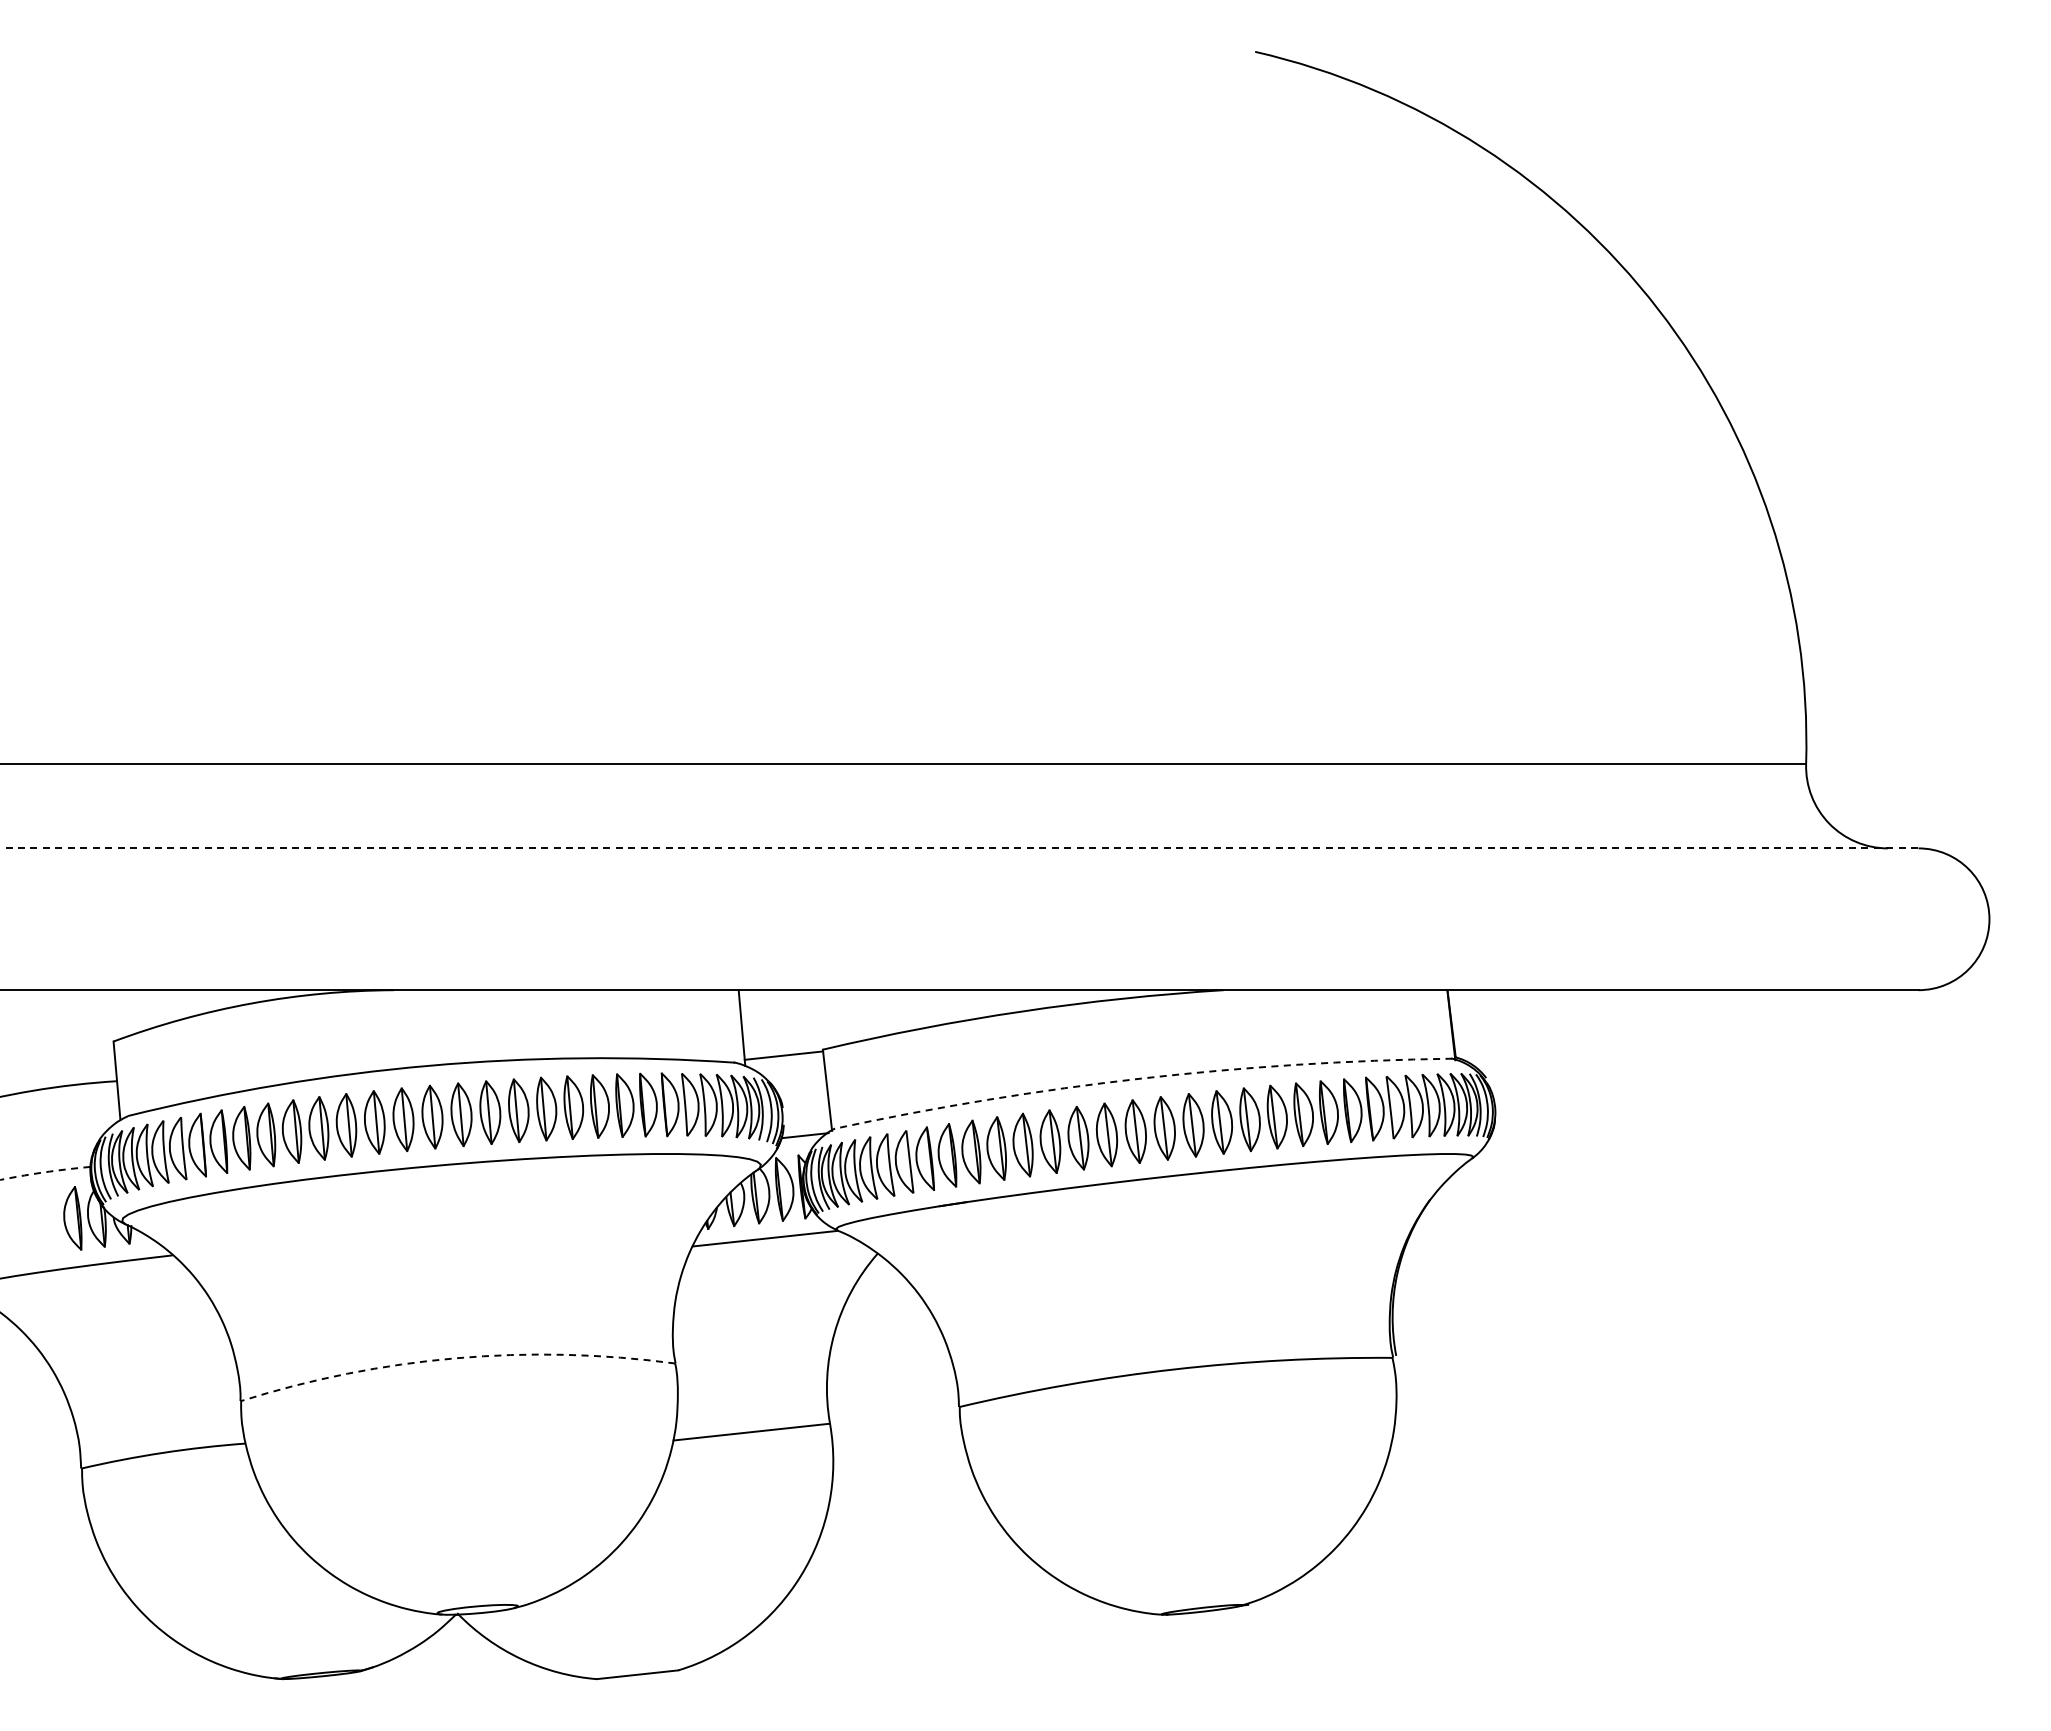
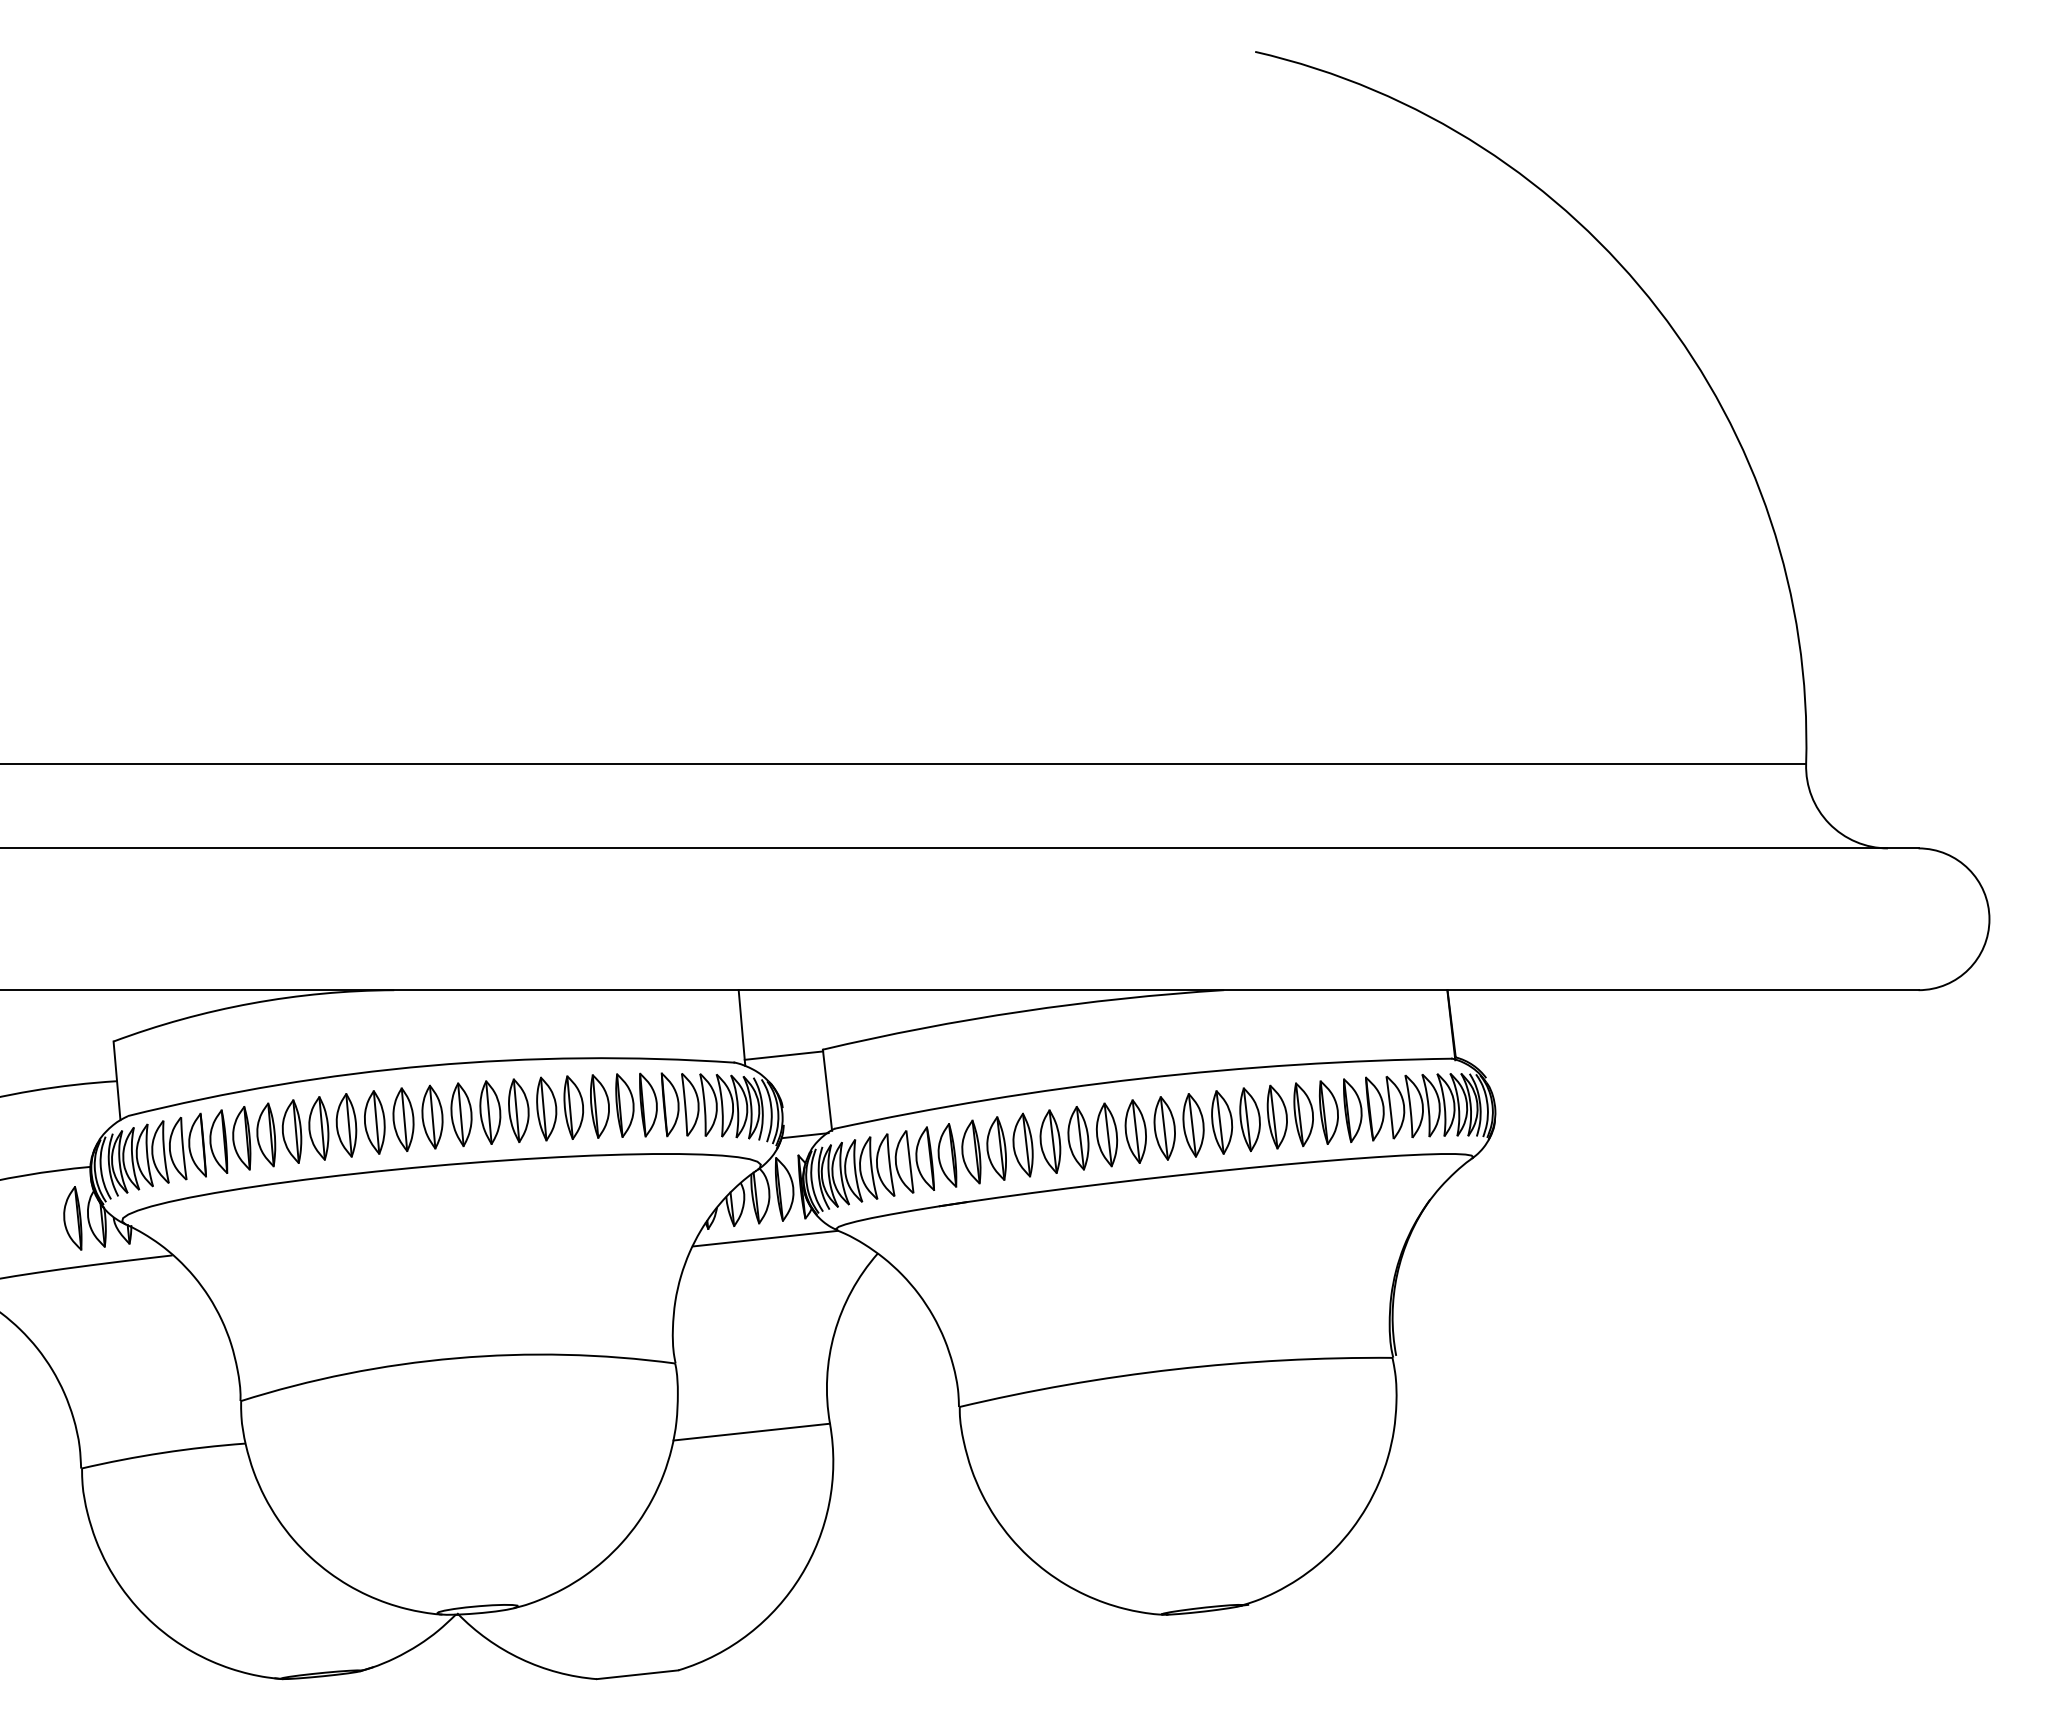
line at (959, 848): dashed -> solid
arc at (1141, 1078): dashed -> solid
arc at (44, 1172): dashed -> solid
arc at (455, 1358): dashed -> solid
